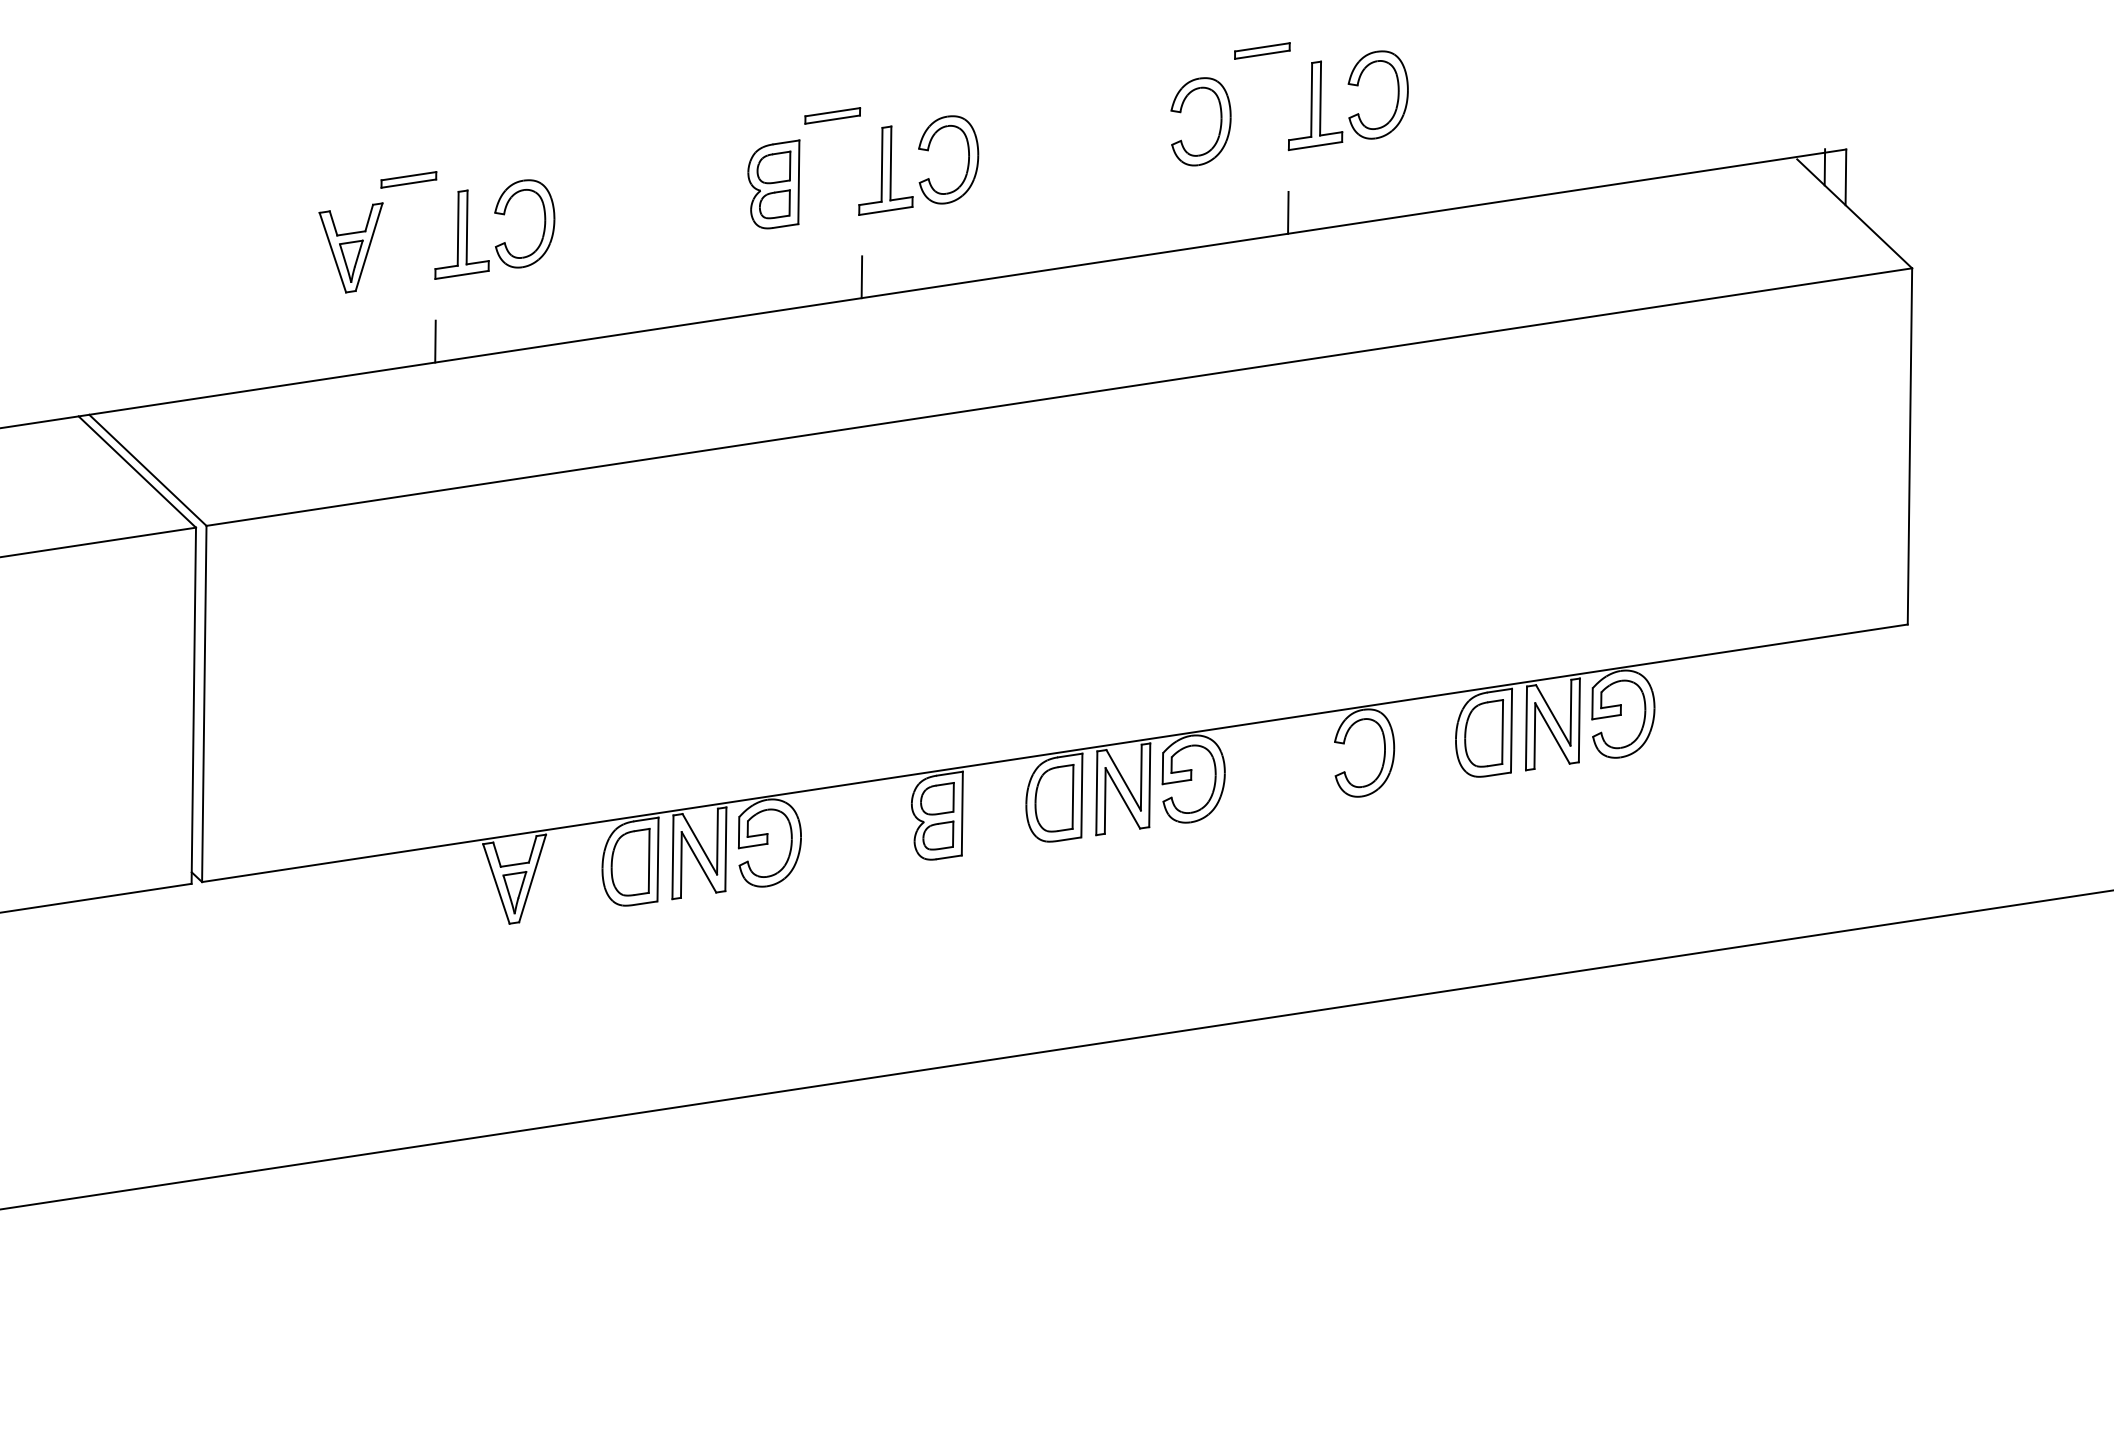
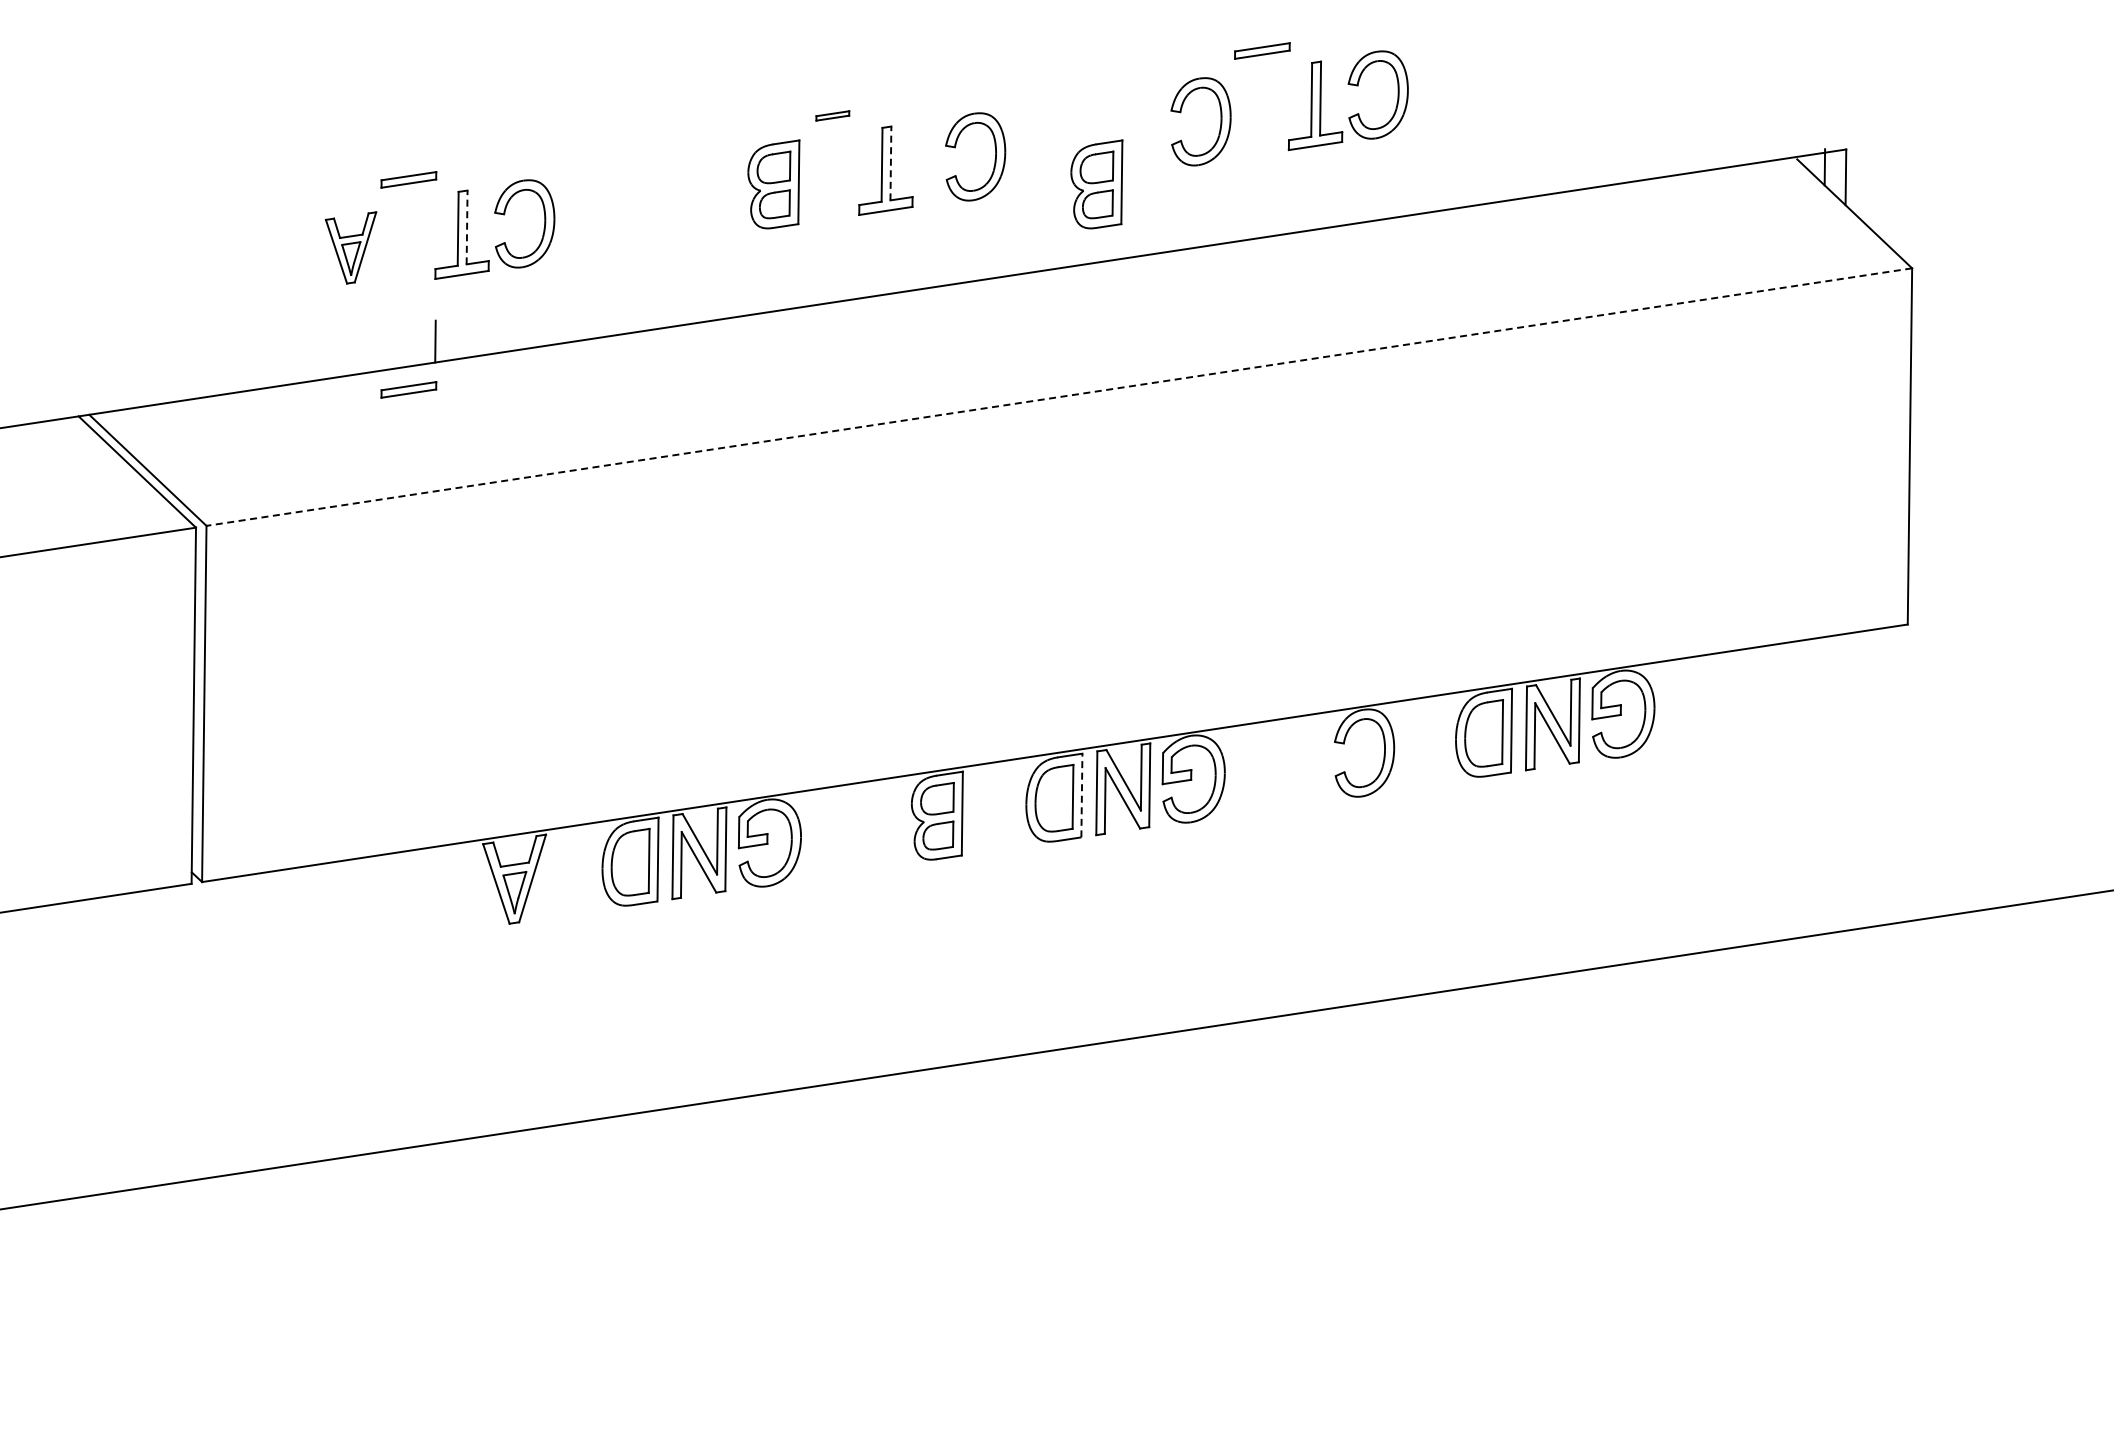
part at (832, 115) size: 58x18 px -> 36x12 px
part at (967, 162) position: (967, 162) -> (994, 159)
line at (890, 163): solid -> dashed
part at (1096, 184): none -> present
line at (1288, 212): present -> none
line at (467, 227): solid -> dashed
part at (350, 247) size: 66x92 px -> 54x74 px
line at (861, 277): present -> none
part at (408, 389): none -> present
line at (1058, 397): solid -> dashed
line at (1081, 795): solid -> dashed
